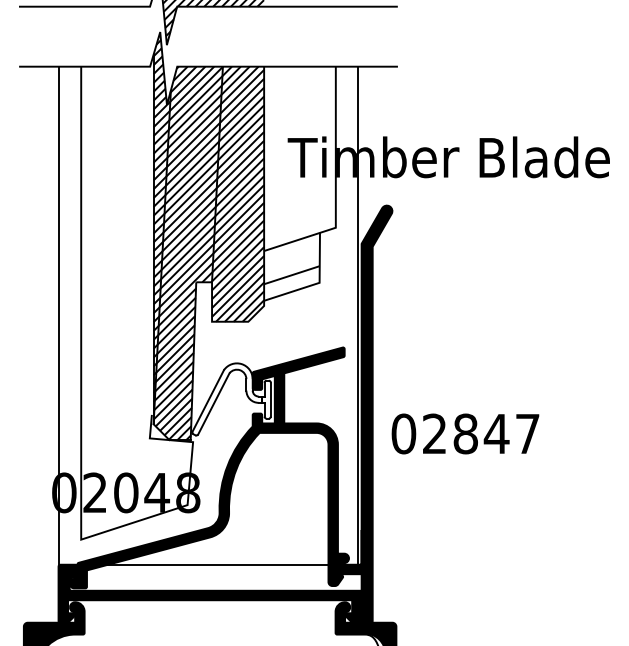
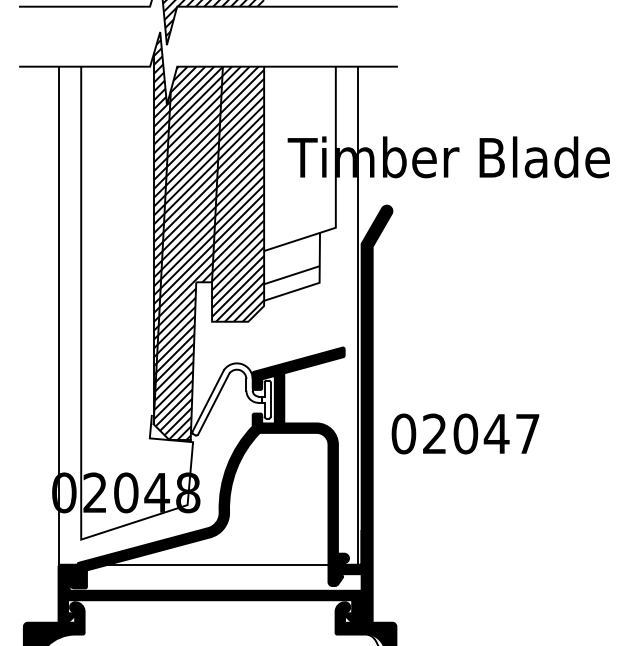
text at (465, 433): 02847 -> 02047
